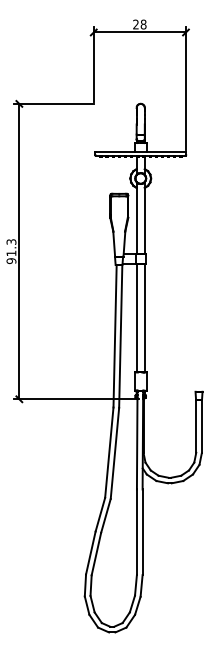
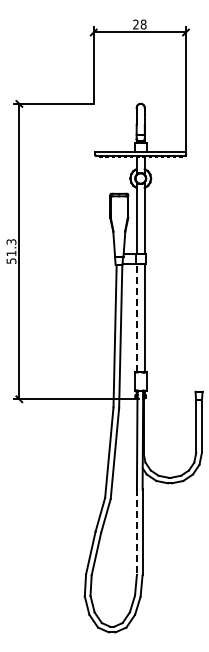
text at (11, 261): 91.3 -> 51.3
line at (136, 317): solid -> dashed
line at (136, 532): solid -> dashed
